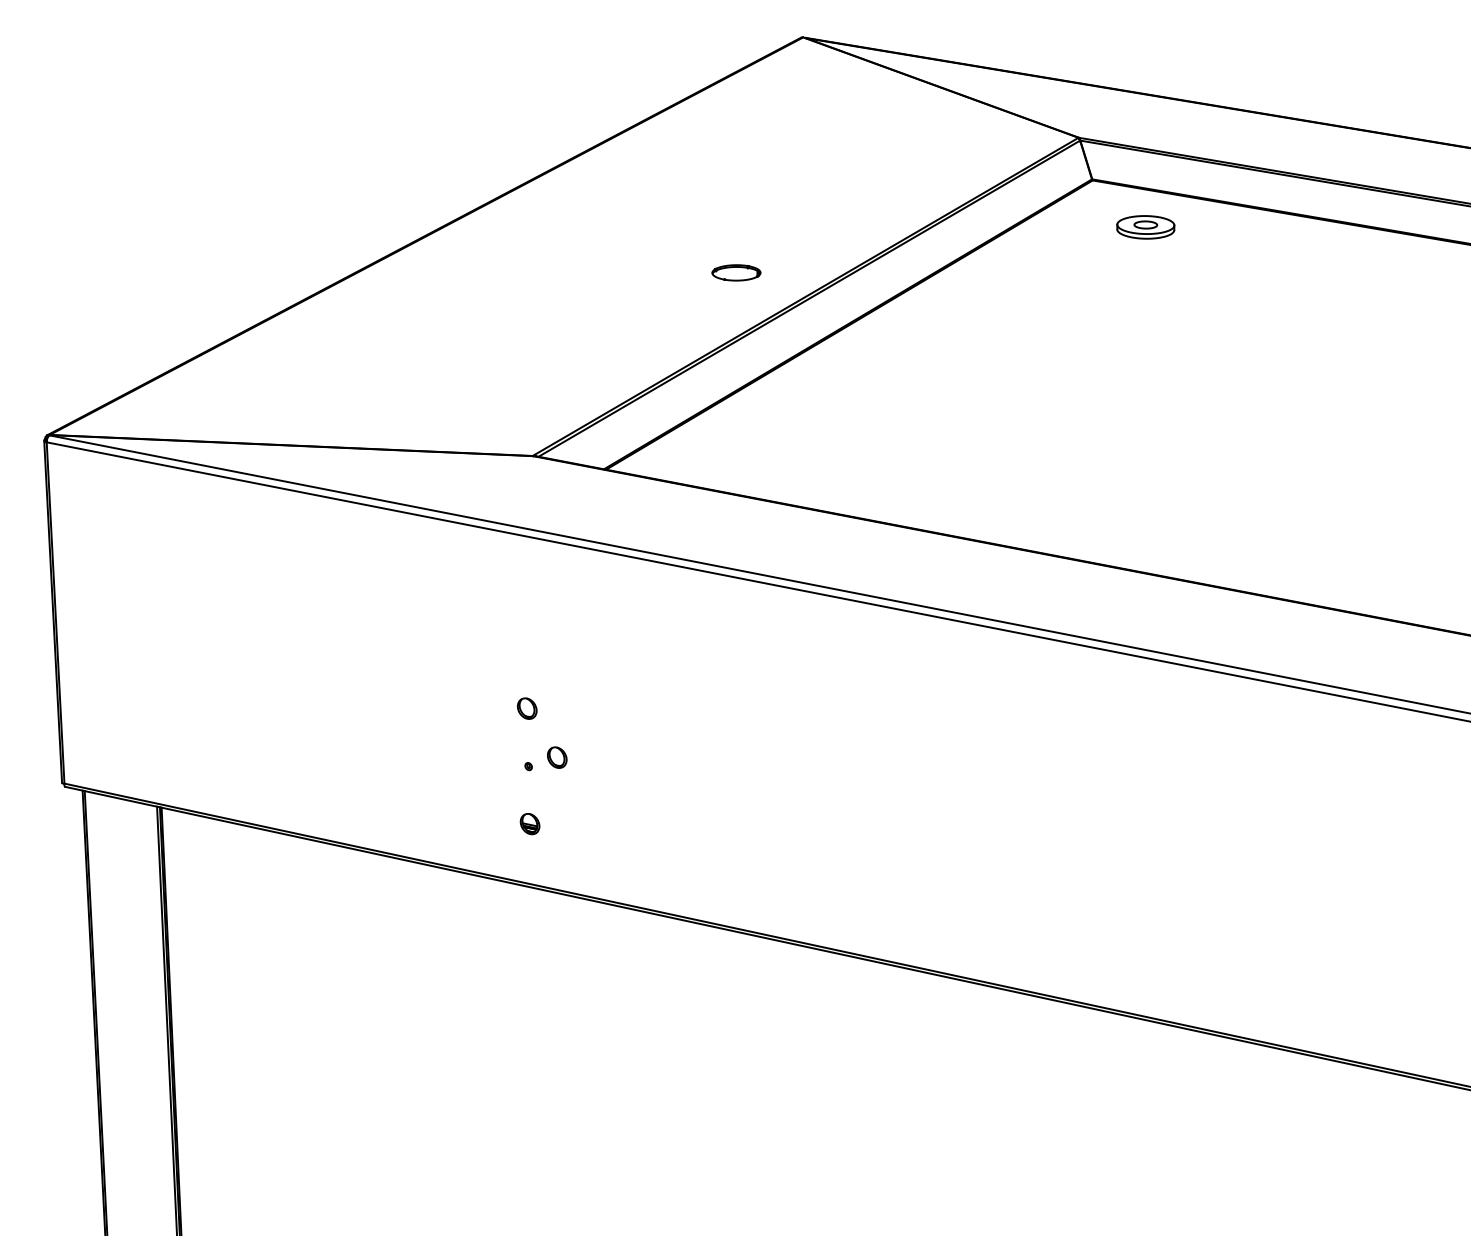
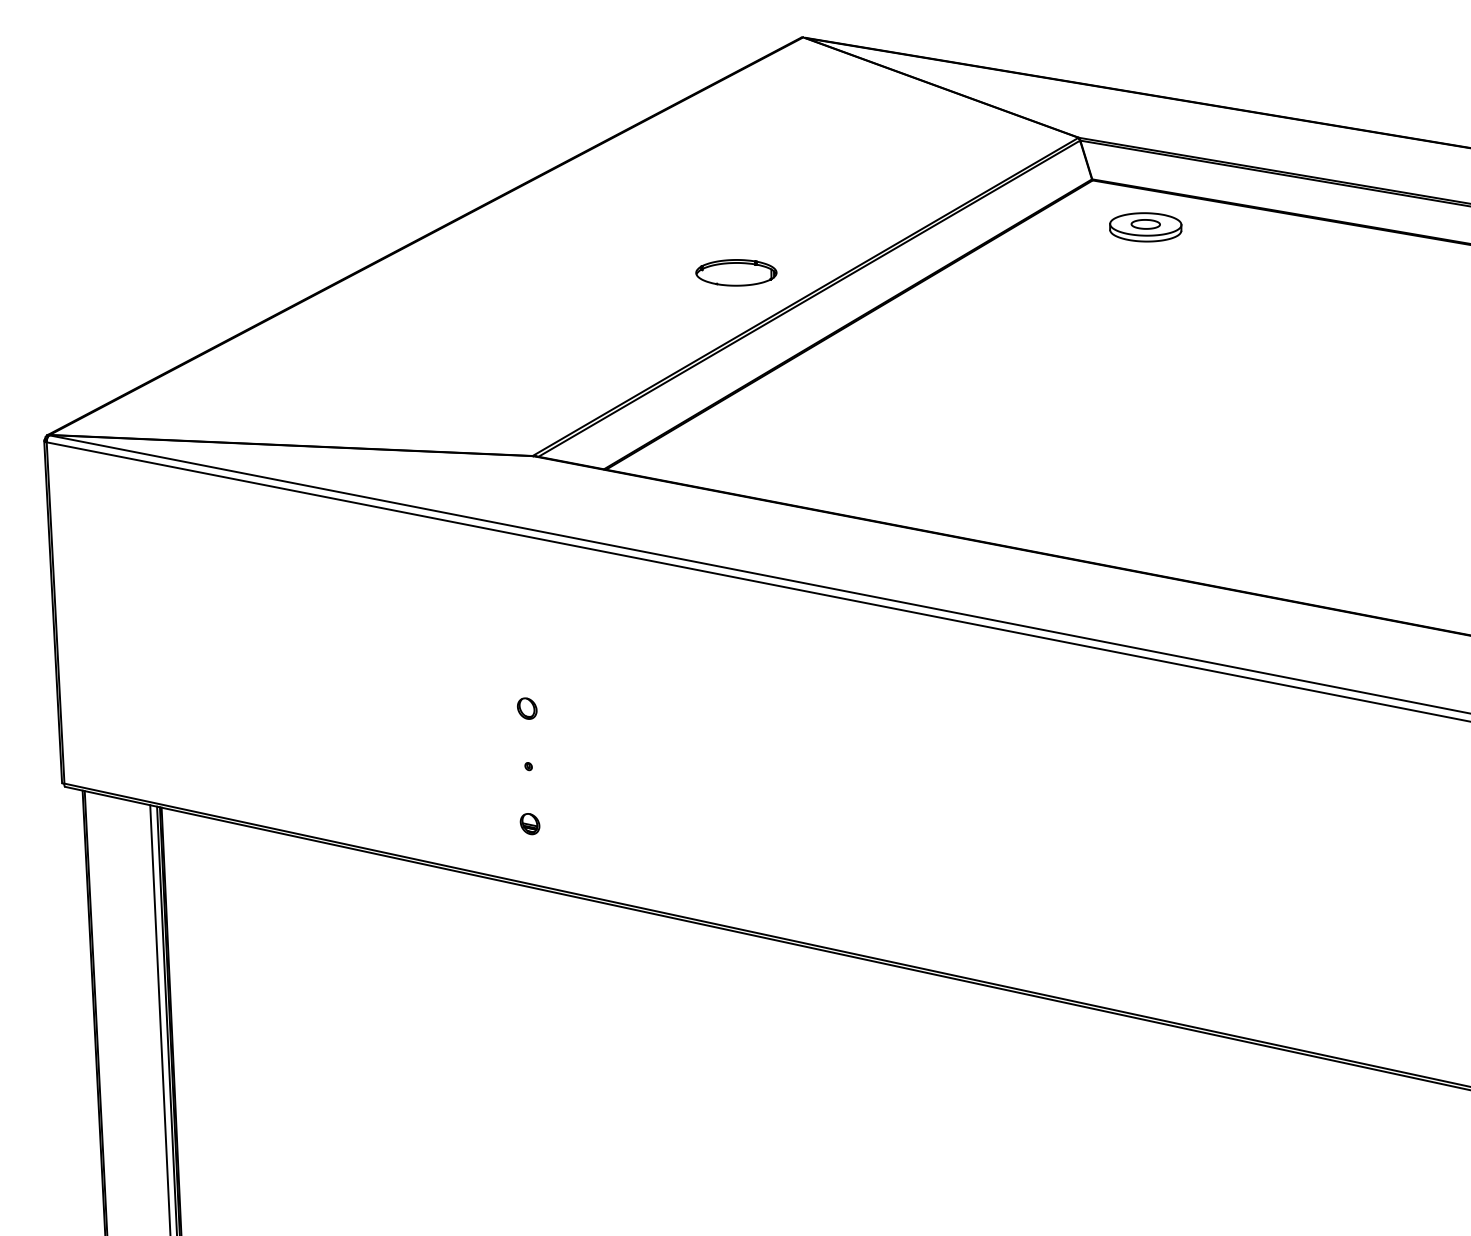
part at (1145, 227) size: 60x25 px -> 74x31 px
part at (736, 272) size: 51x18 px -> 83x28 px
part at (557, 757): present -> none
line at (160, 1018): none -> present
